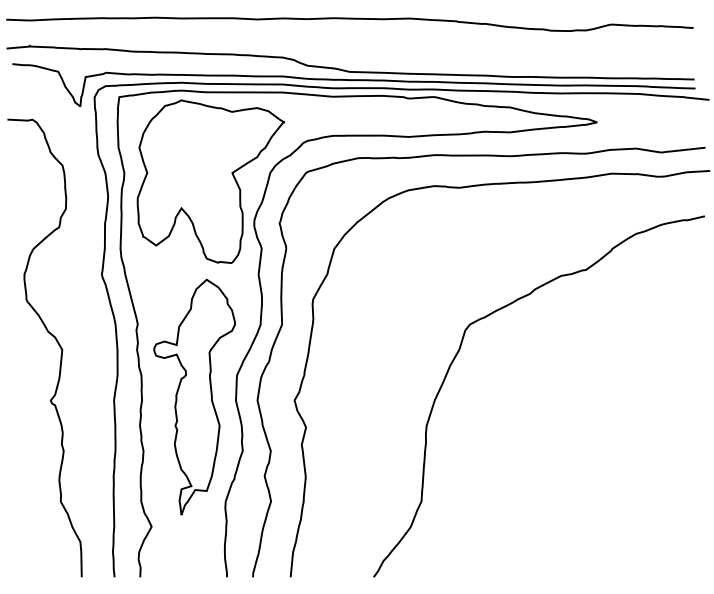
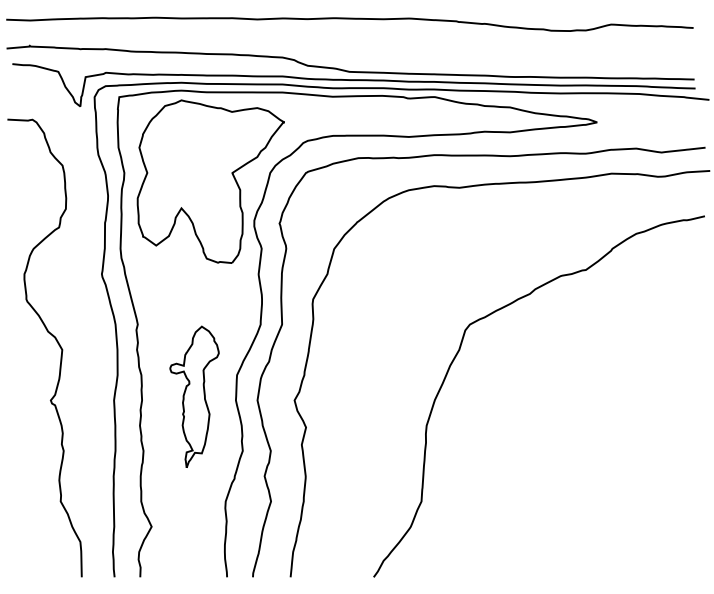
part at (194, 396) size: 83x238 px -> 51x143 px
